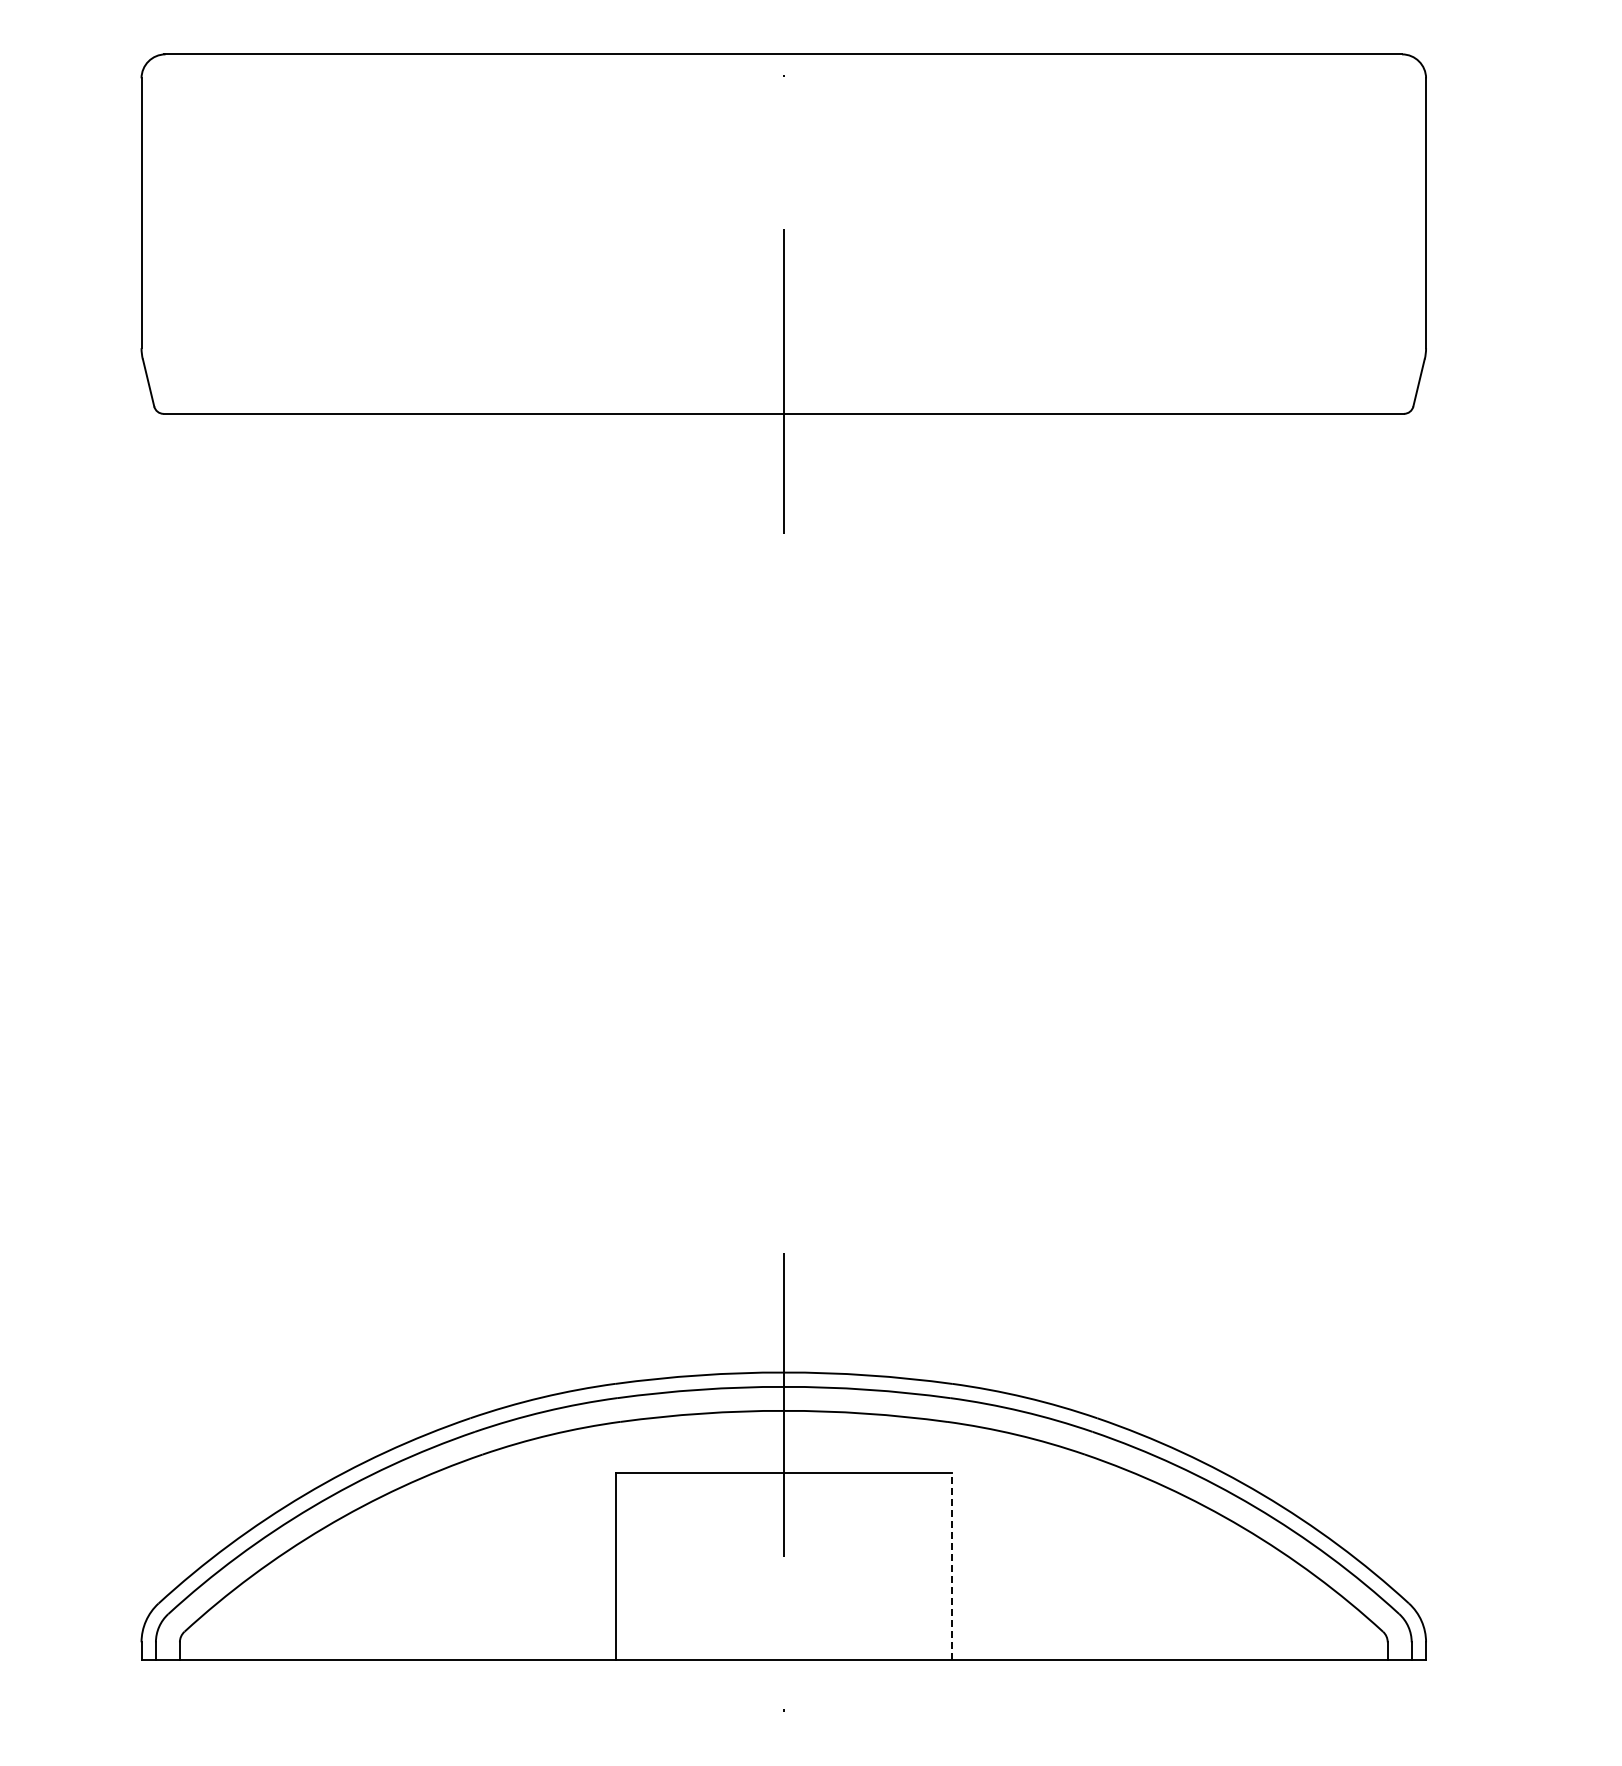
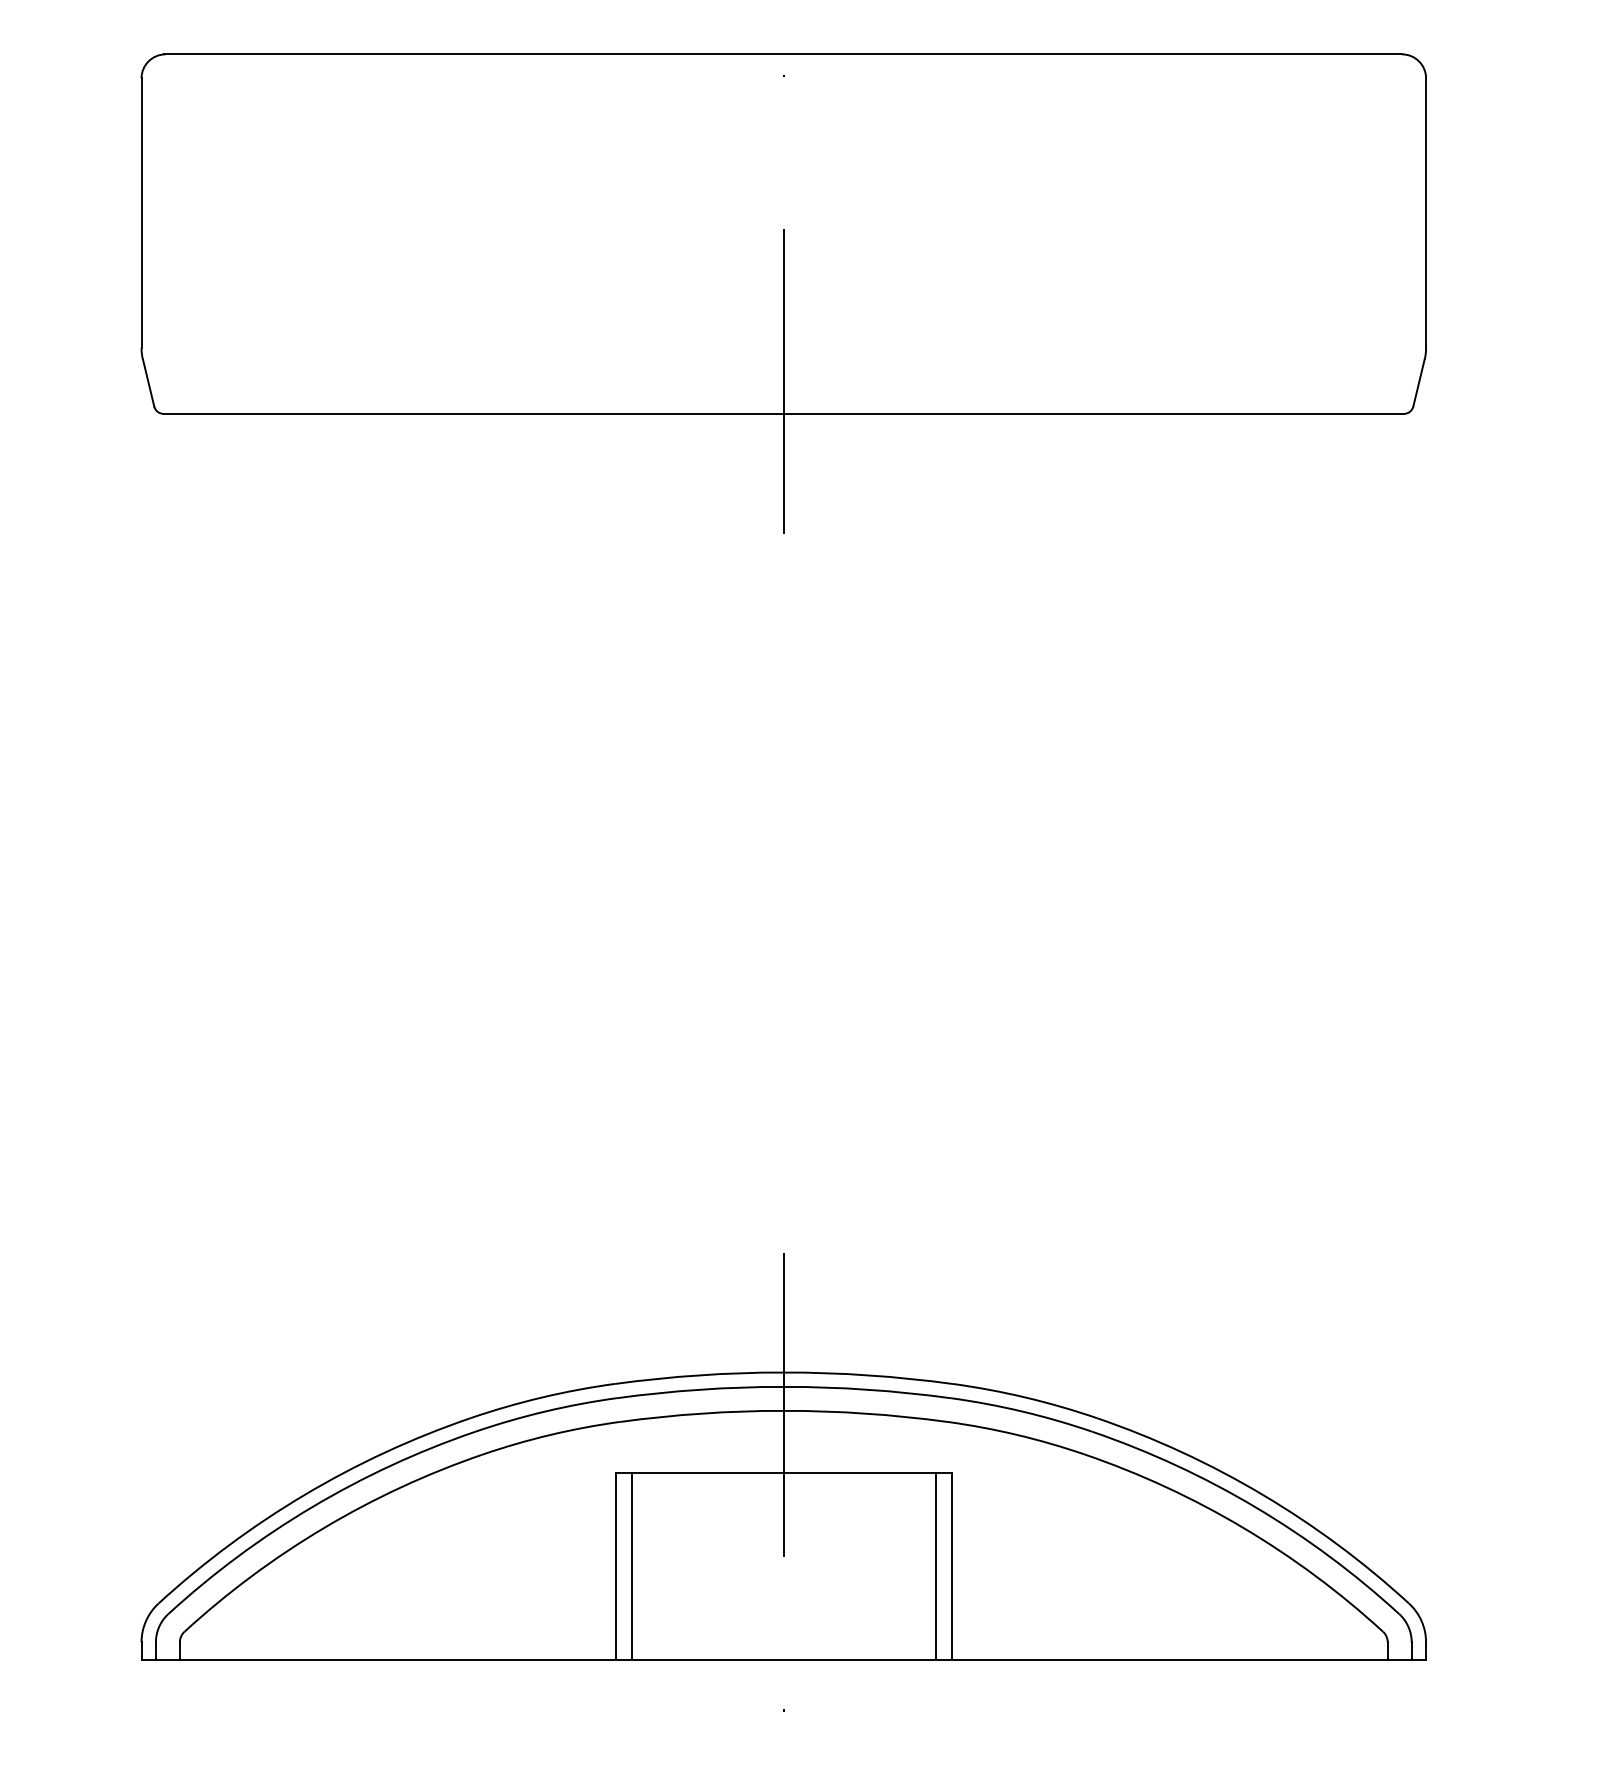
line at (632, 1566): none -> present
line at (935, 1566): none -> present
line at (951, 1566): dashed -> solid
